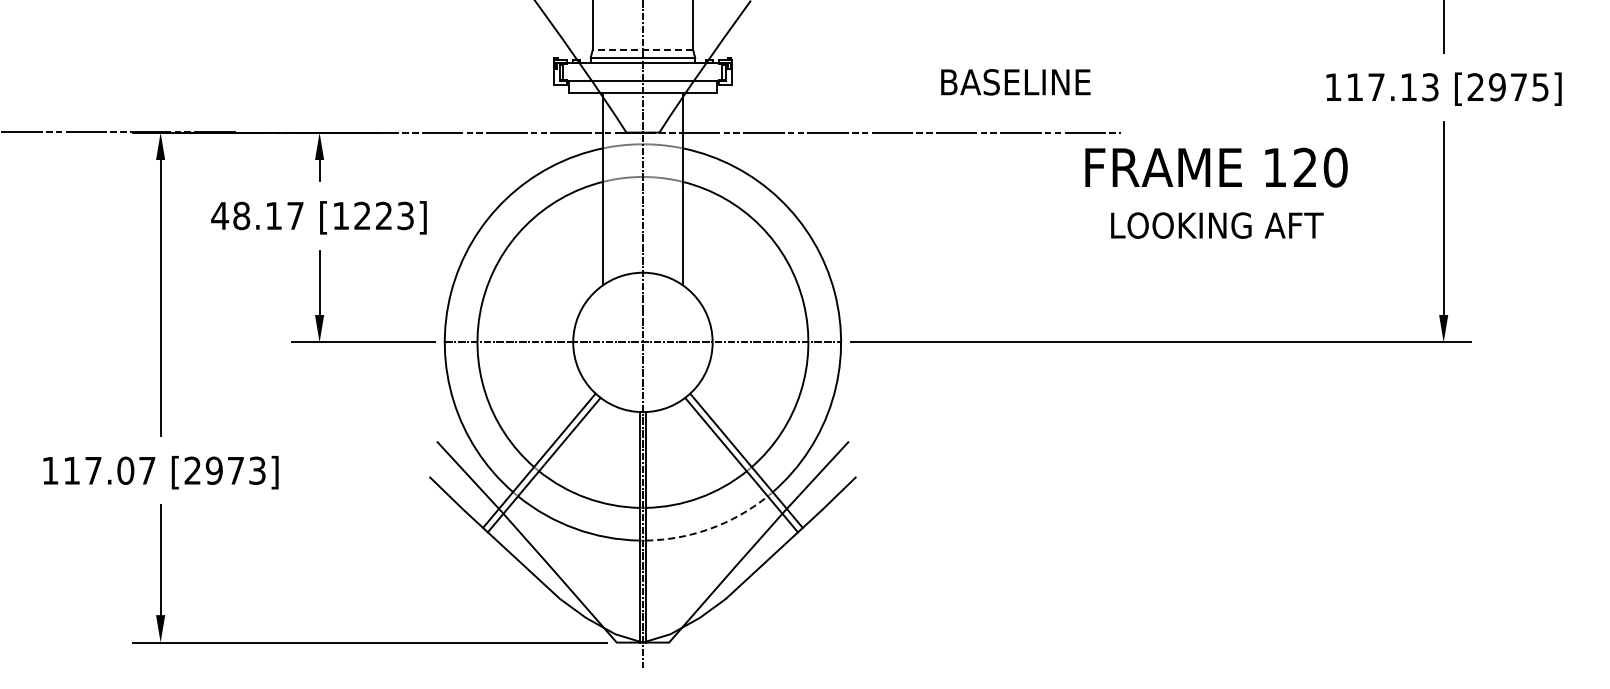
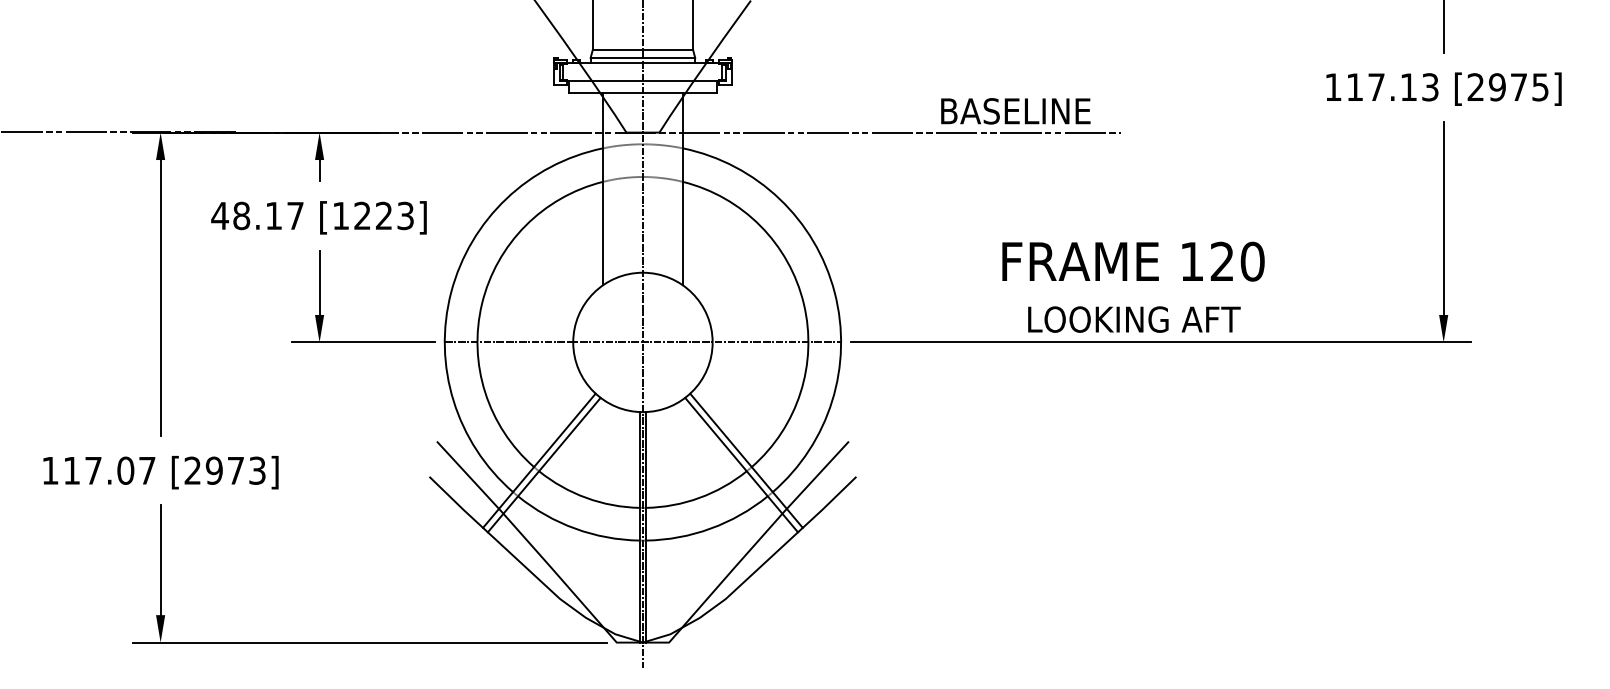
line at (642, 49): dashed -> solid
text at (1015, 82) position: (1015, 82) -> (1015, 111)
text at (1216, 192) position: (1216, 192) -> (1133, 286)
arc at (710, 528): dashed -> solid
